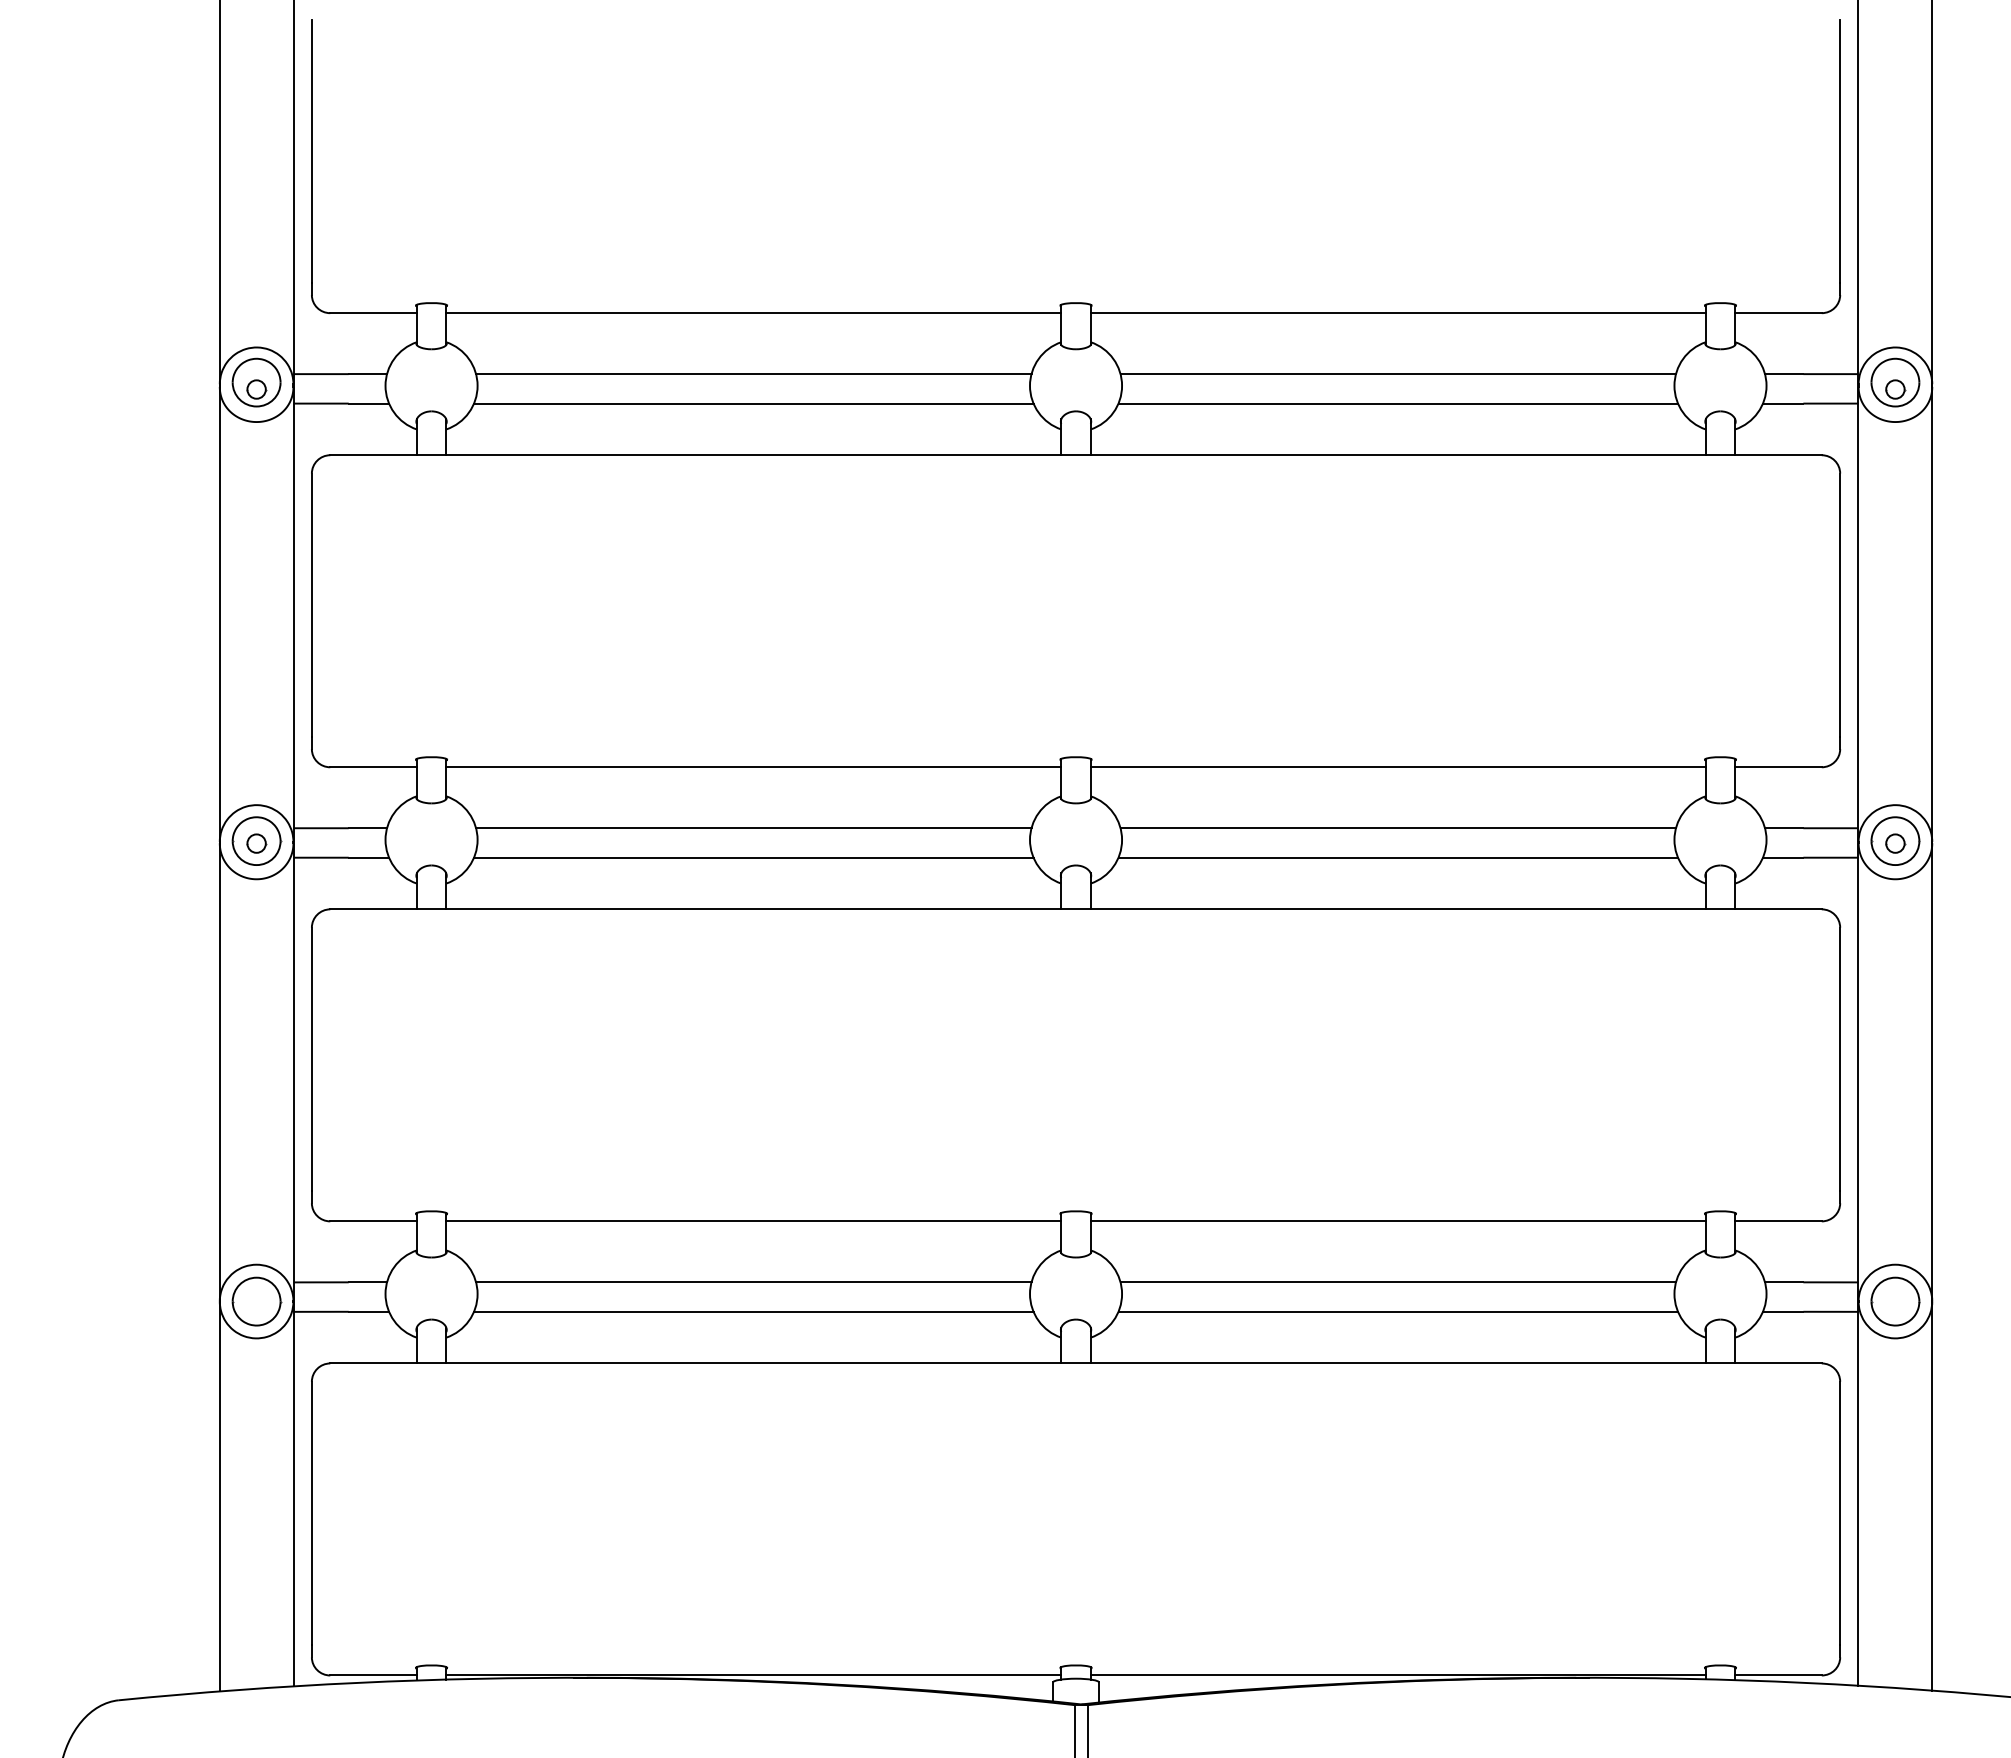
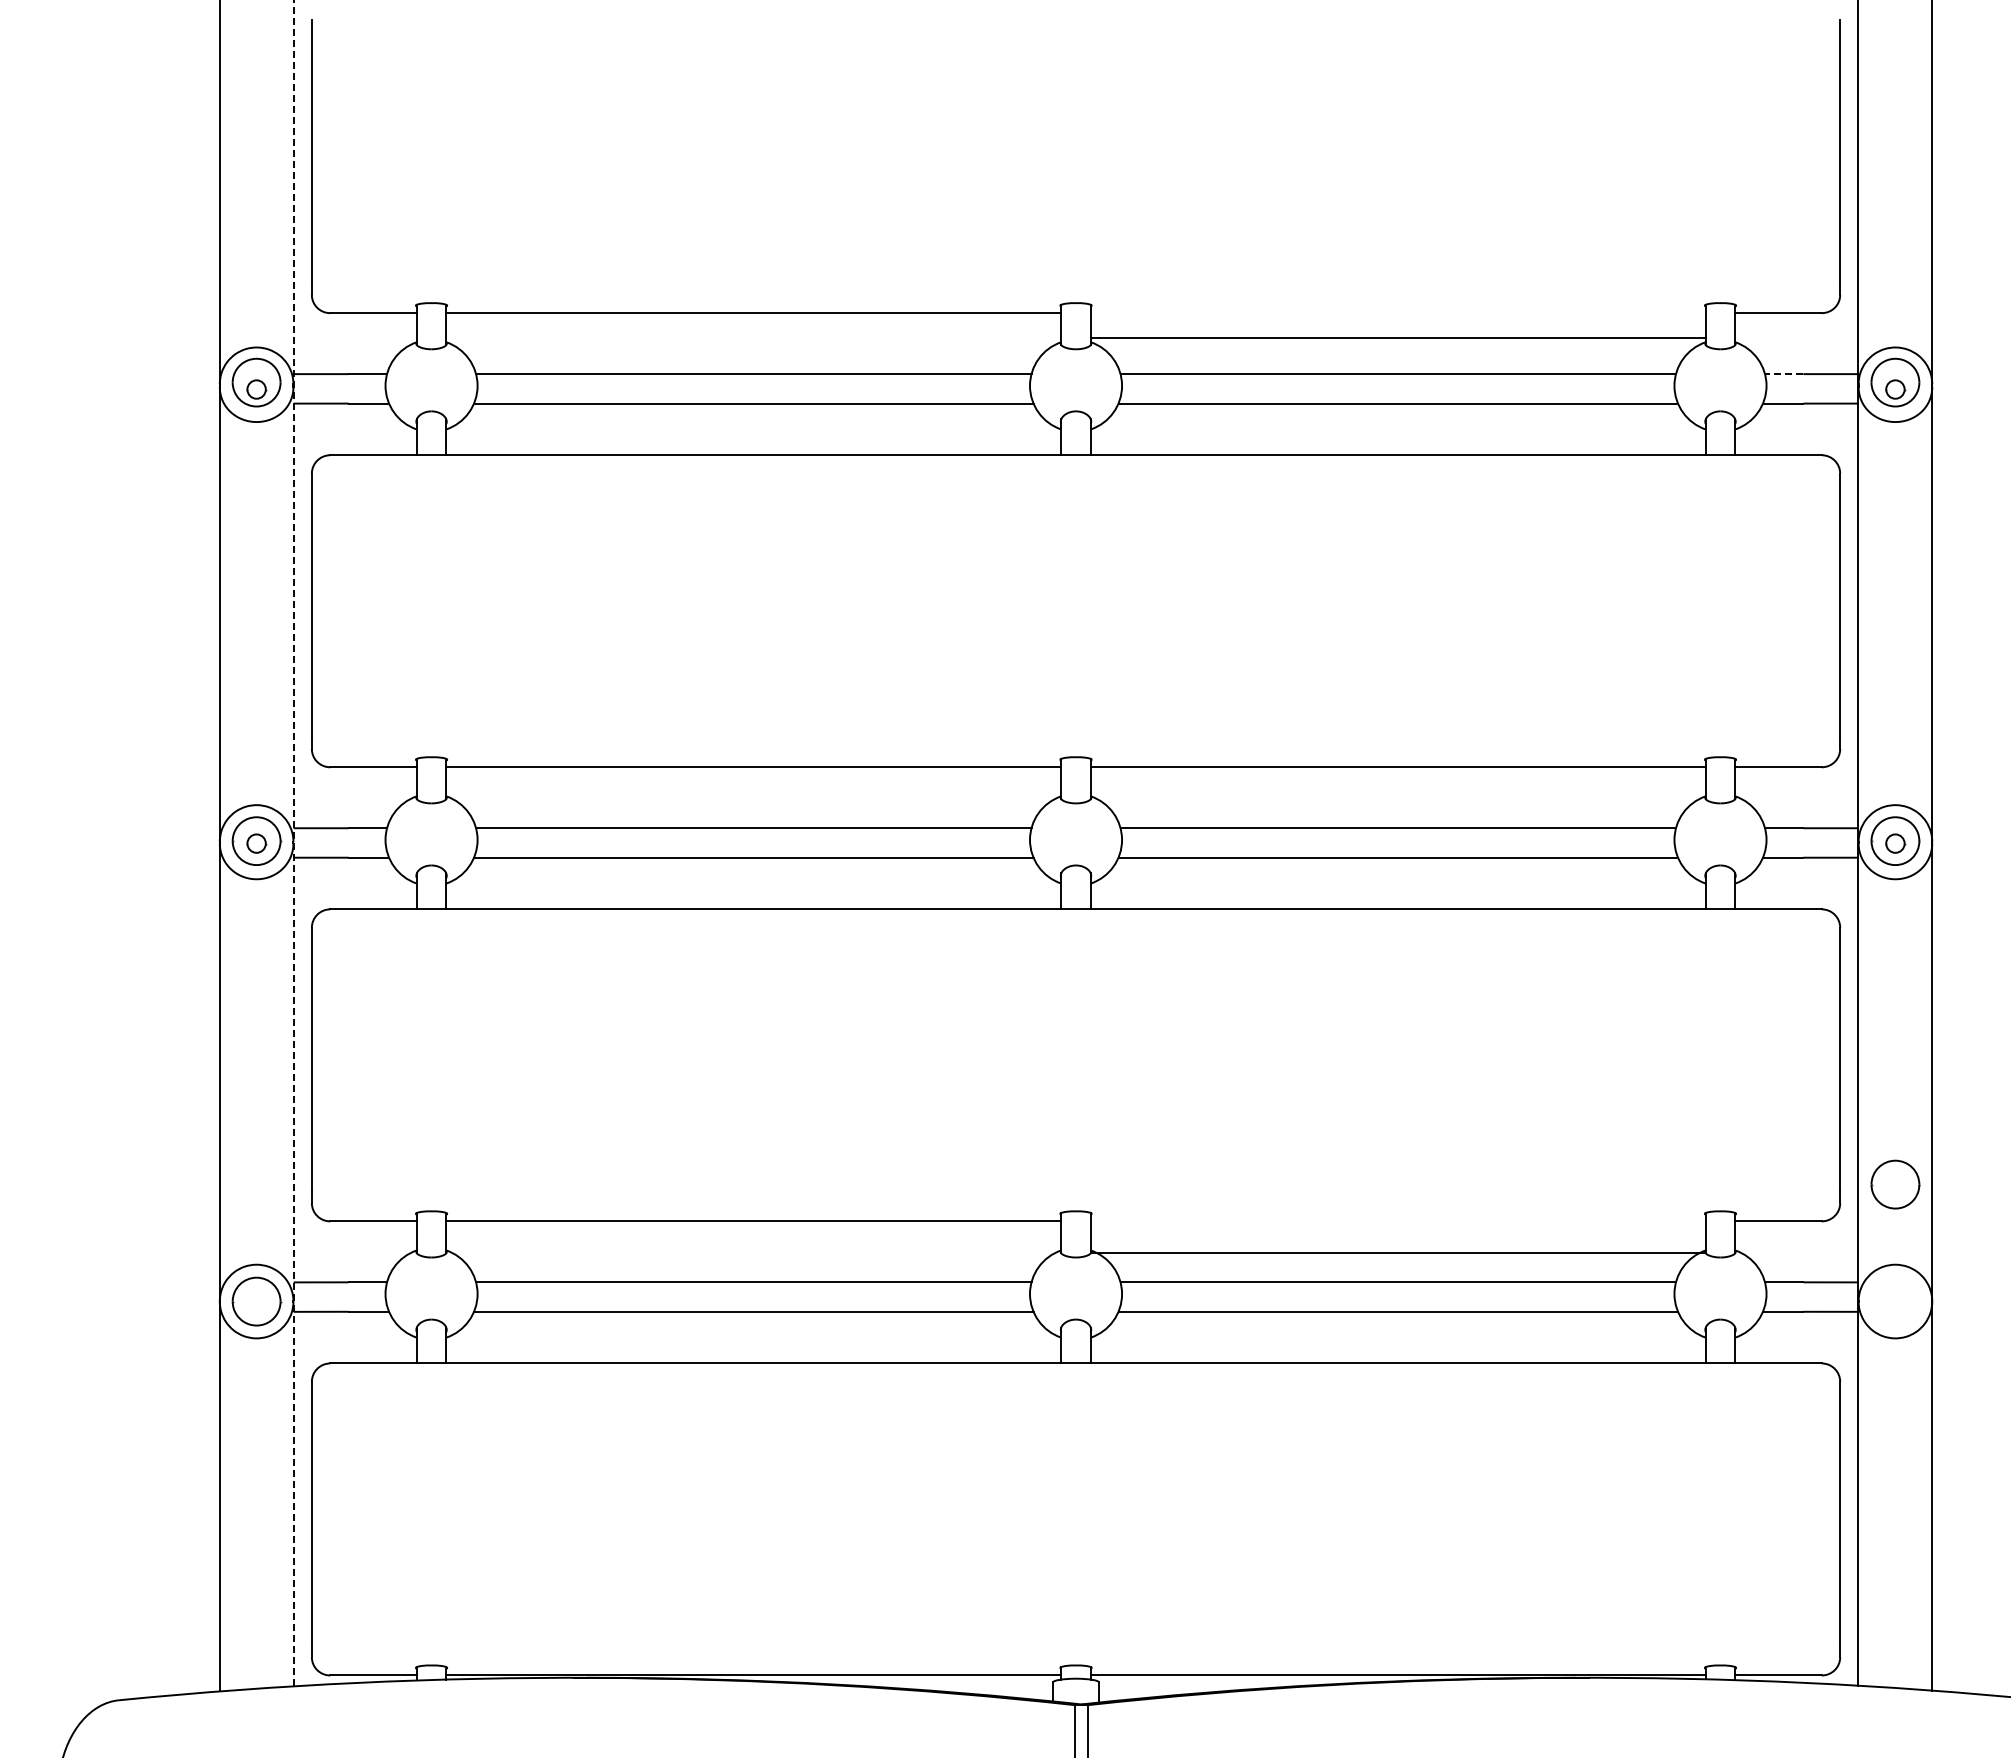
line at (1397, 313) position: (1397, 313) -> (1397, 338)
line at (1783, 374): solid -> dashed
line at (293, 843): solid -> dashed
line at (1397, 1221) position: (1397, 1221) -> (1397, 1253)
part at (1895, 1301) position: (1895, 1301) -> (1895, 1184)
